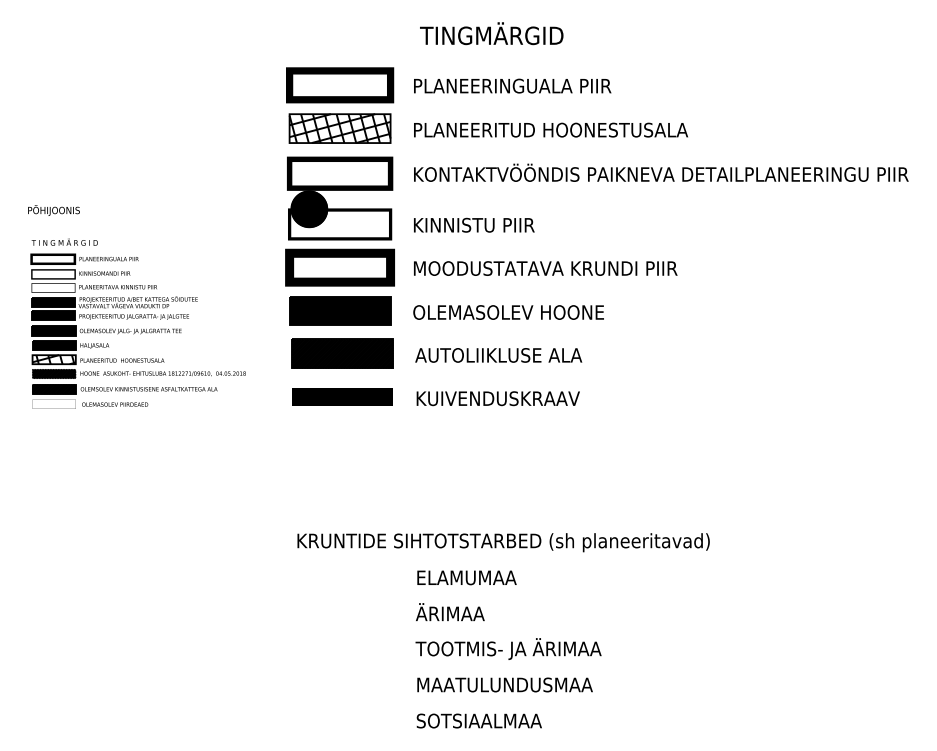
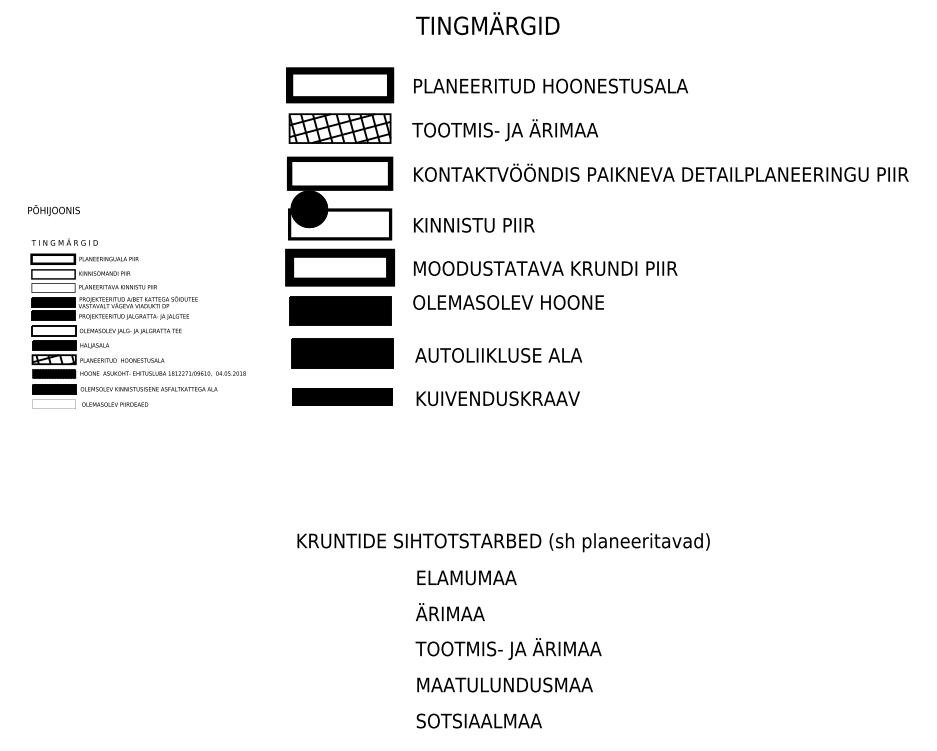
text at (491, 33) position: (491, 33) -> (487, 23)
text at (592, 85): PLANEERINGUALA PIIR -> PLANEERITUD HOONESTUSALA
text at (550, 130): PLANEERITUD HOONESTUSALA -> TOOTMIS- JA ÄRIMAA
text at (508, 312) position: (508, 312) -> (508, 302)
fill at (53, 330): present -> none
